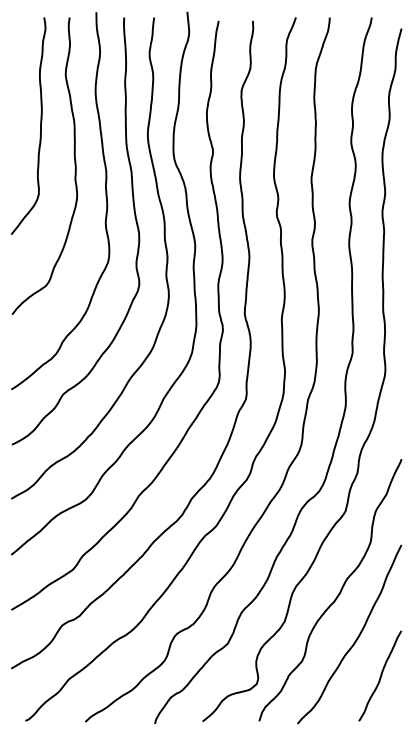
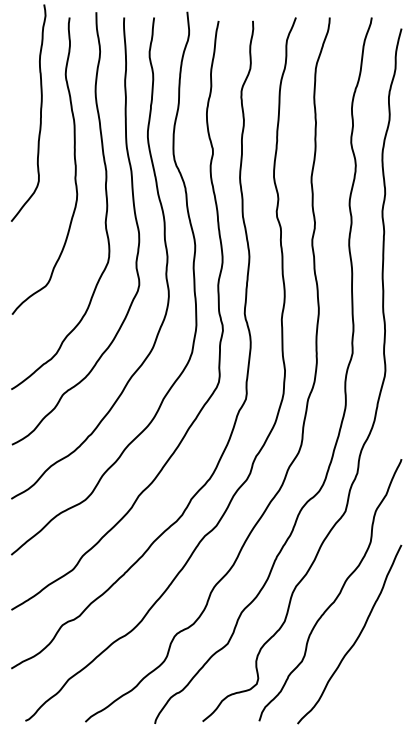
curve at (40, 125) position: (40, 125) -> (40, 112)
curve at (380, 675): present -> none
